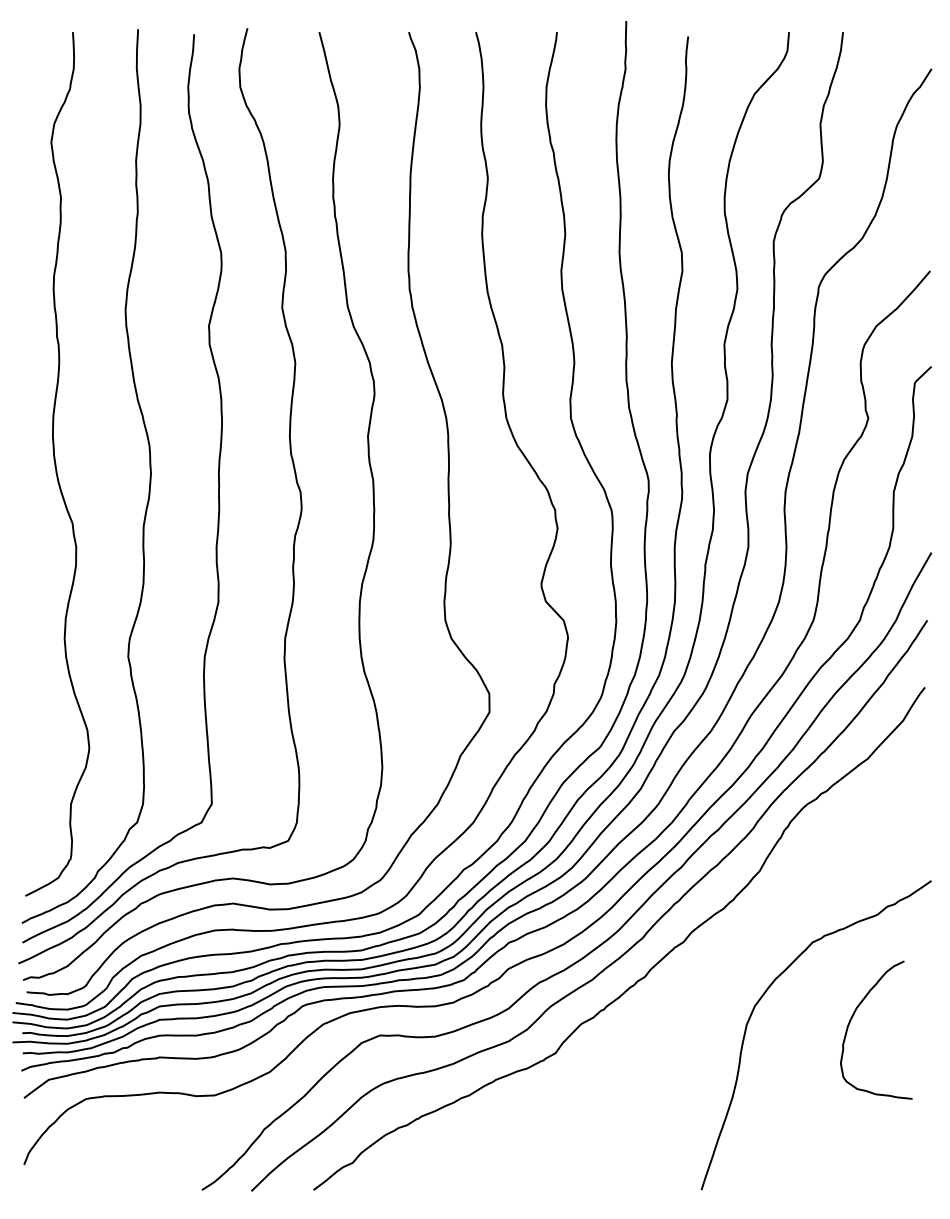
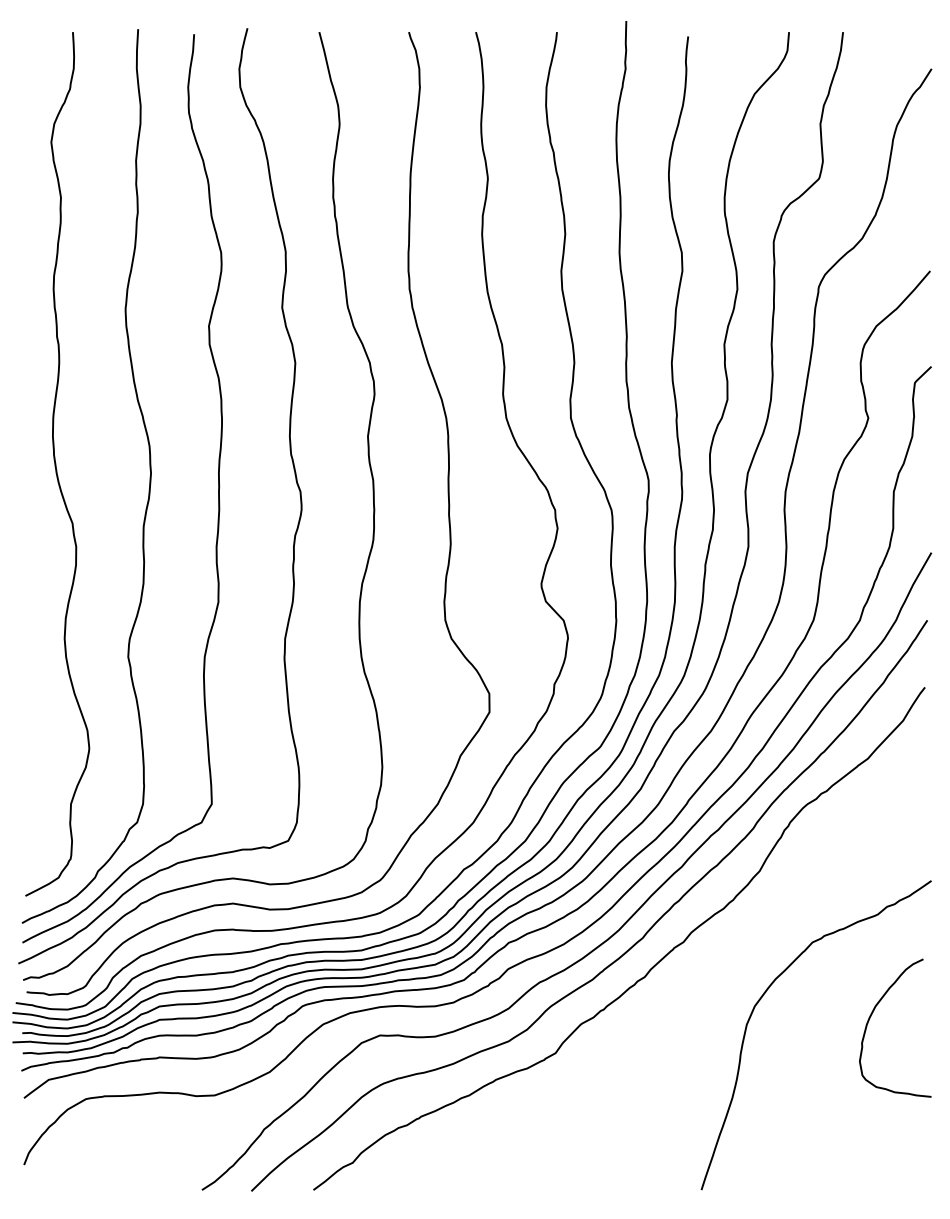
curve at (852, 1018) position: (852, 1018) -> (871, 1016)
